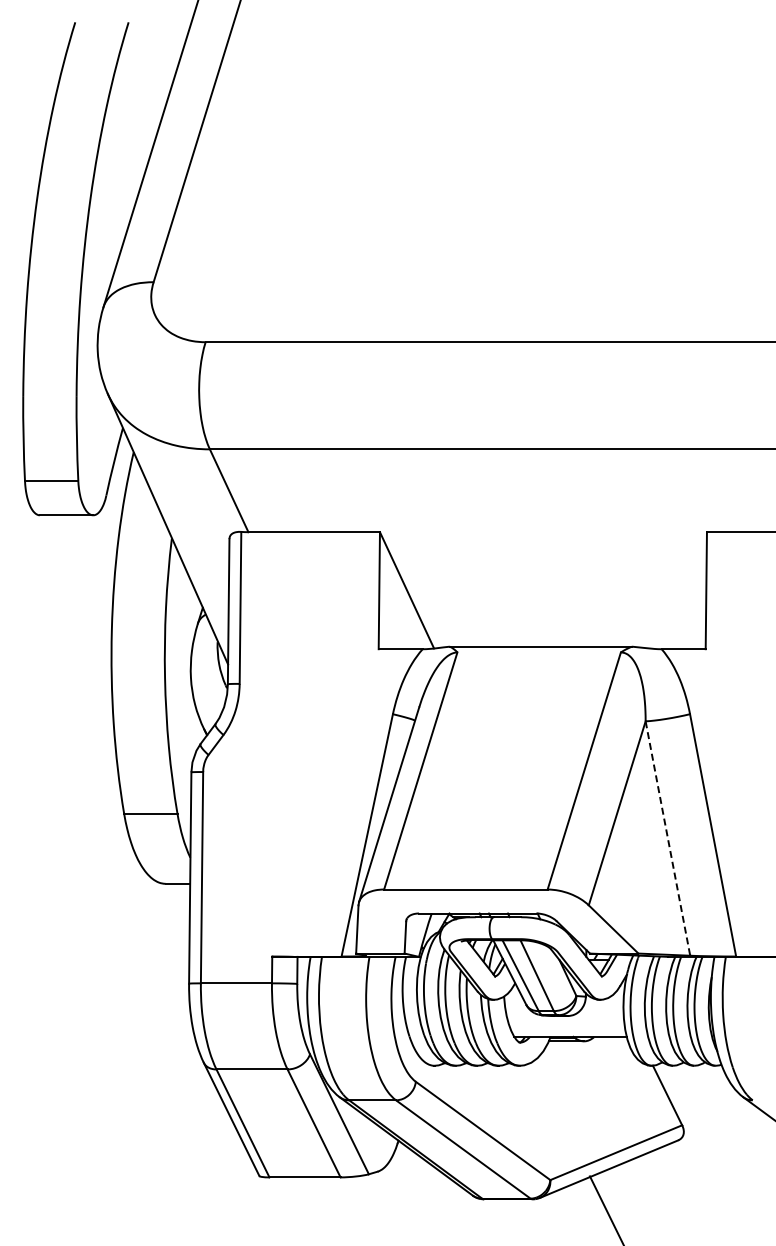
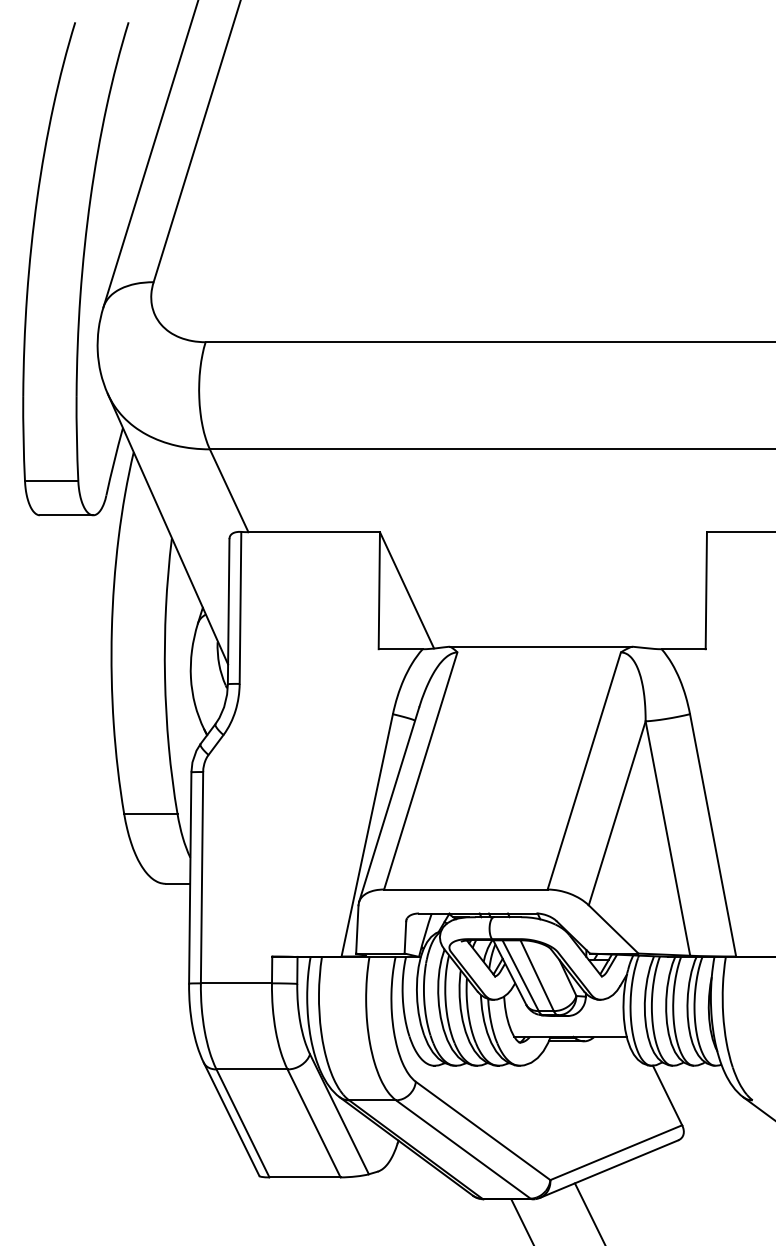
line at (668, 839): dashed -> solid
line at (605, 1209) position: (605, 1209) -> (589, 1212)
line at (521, 1220): none -> present
